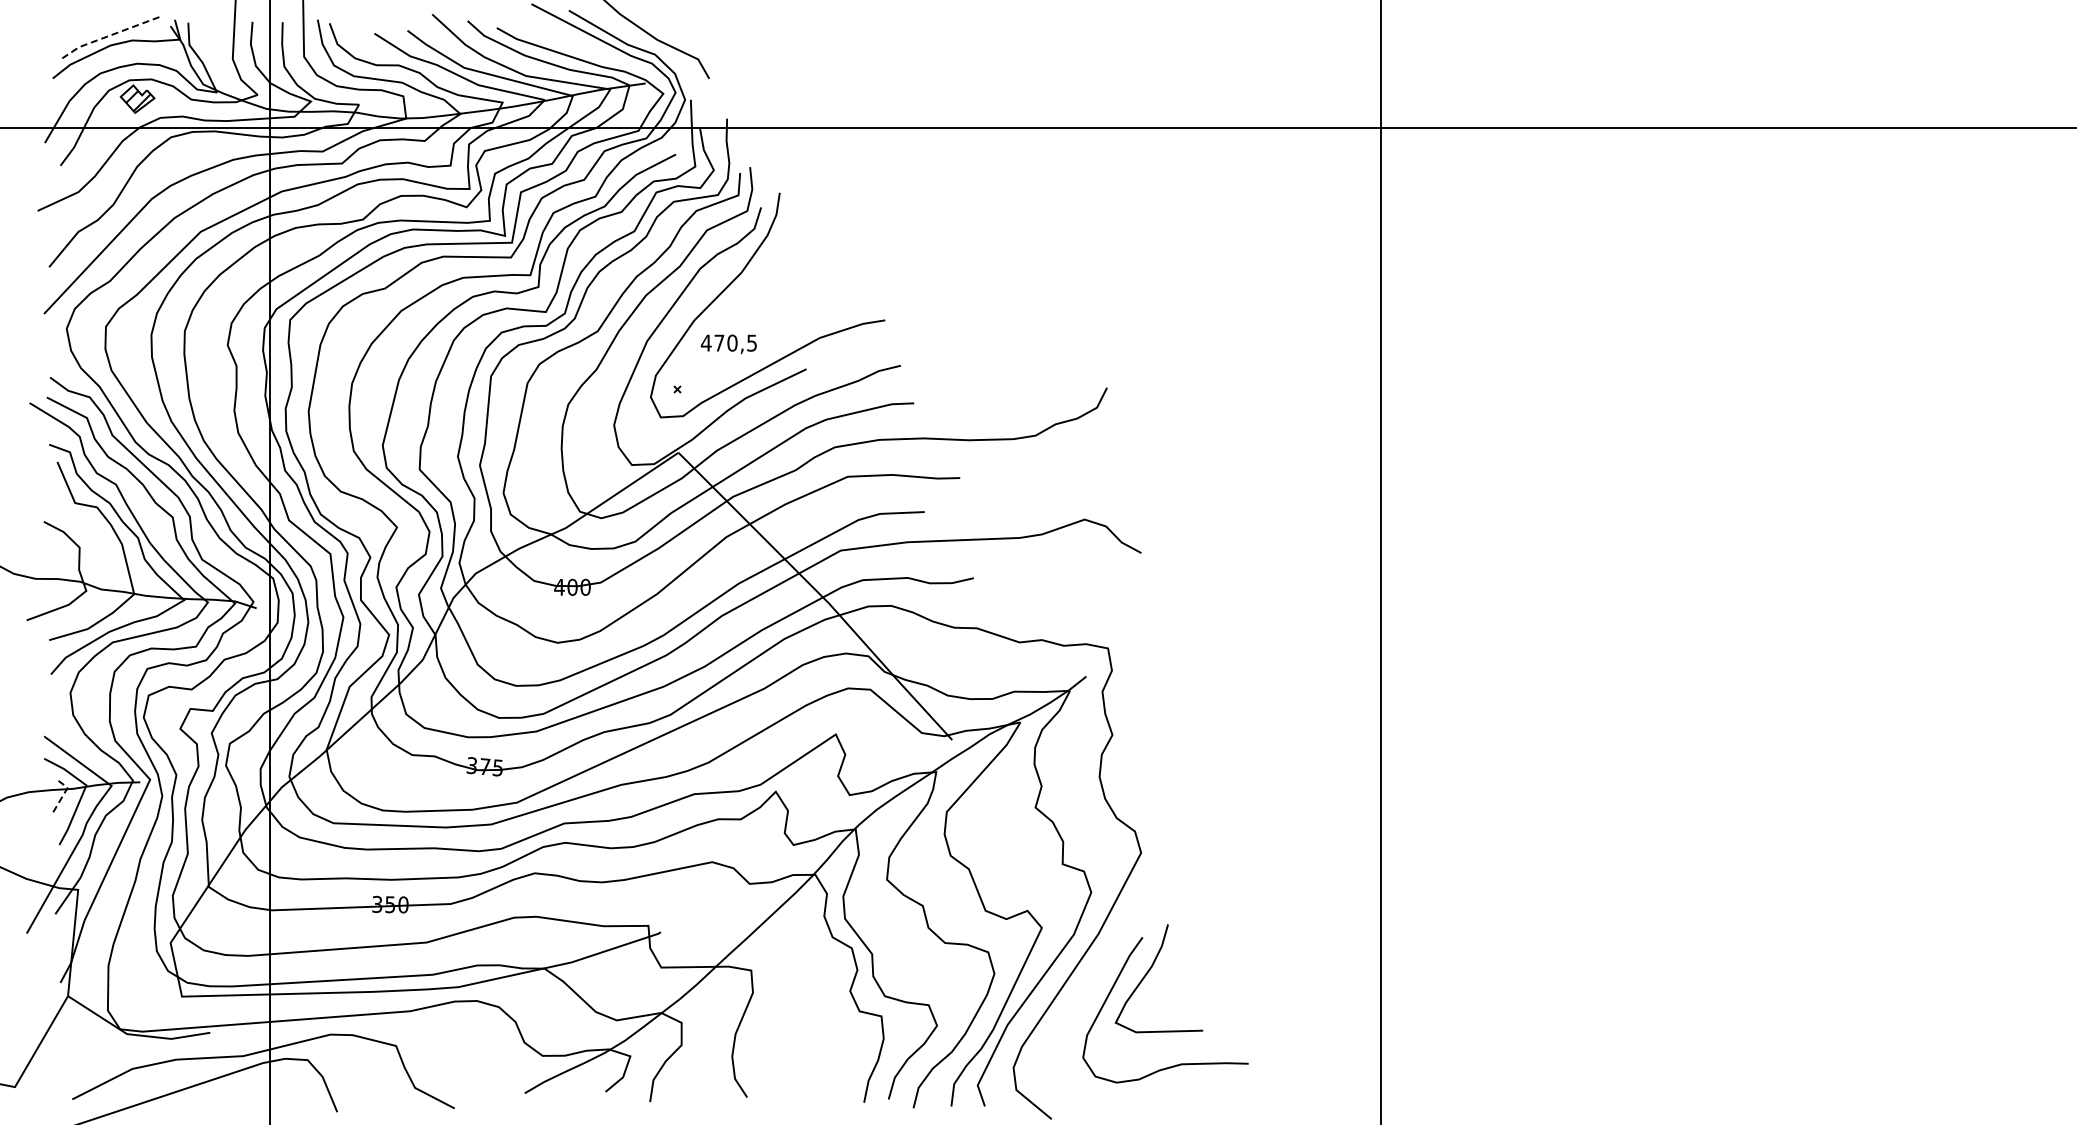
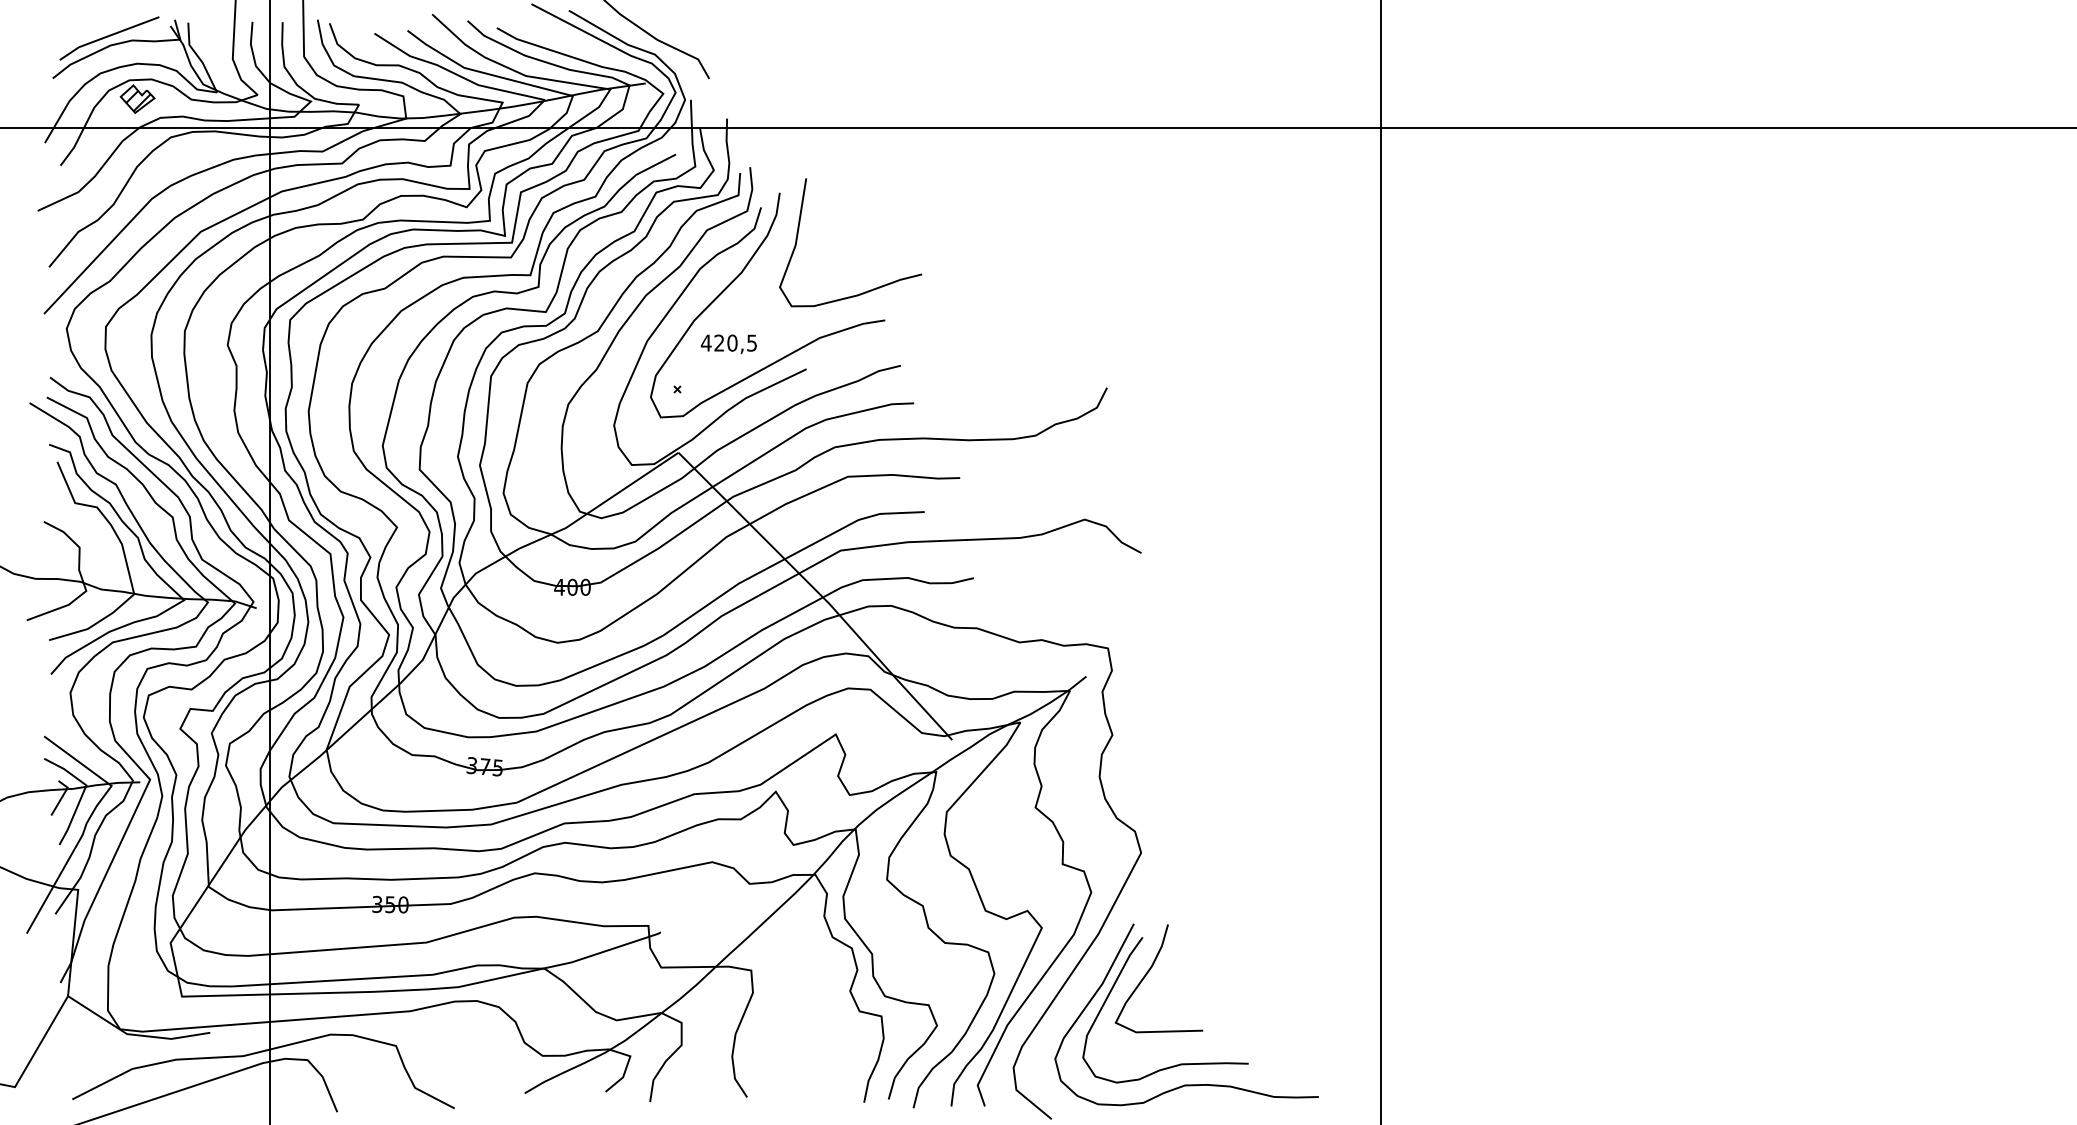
line at (107, 36): dashed -> solid
curve at (867, 290): none -> present
text at (719, 342): 470,5 -> 420,5
line at (62, 796): dashed -> solid
curve at (1186, 1084): none -> present
